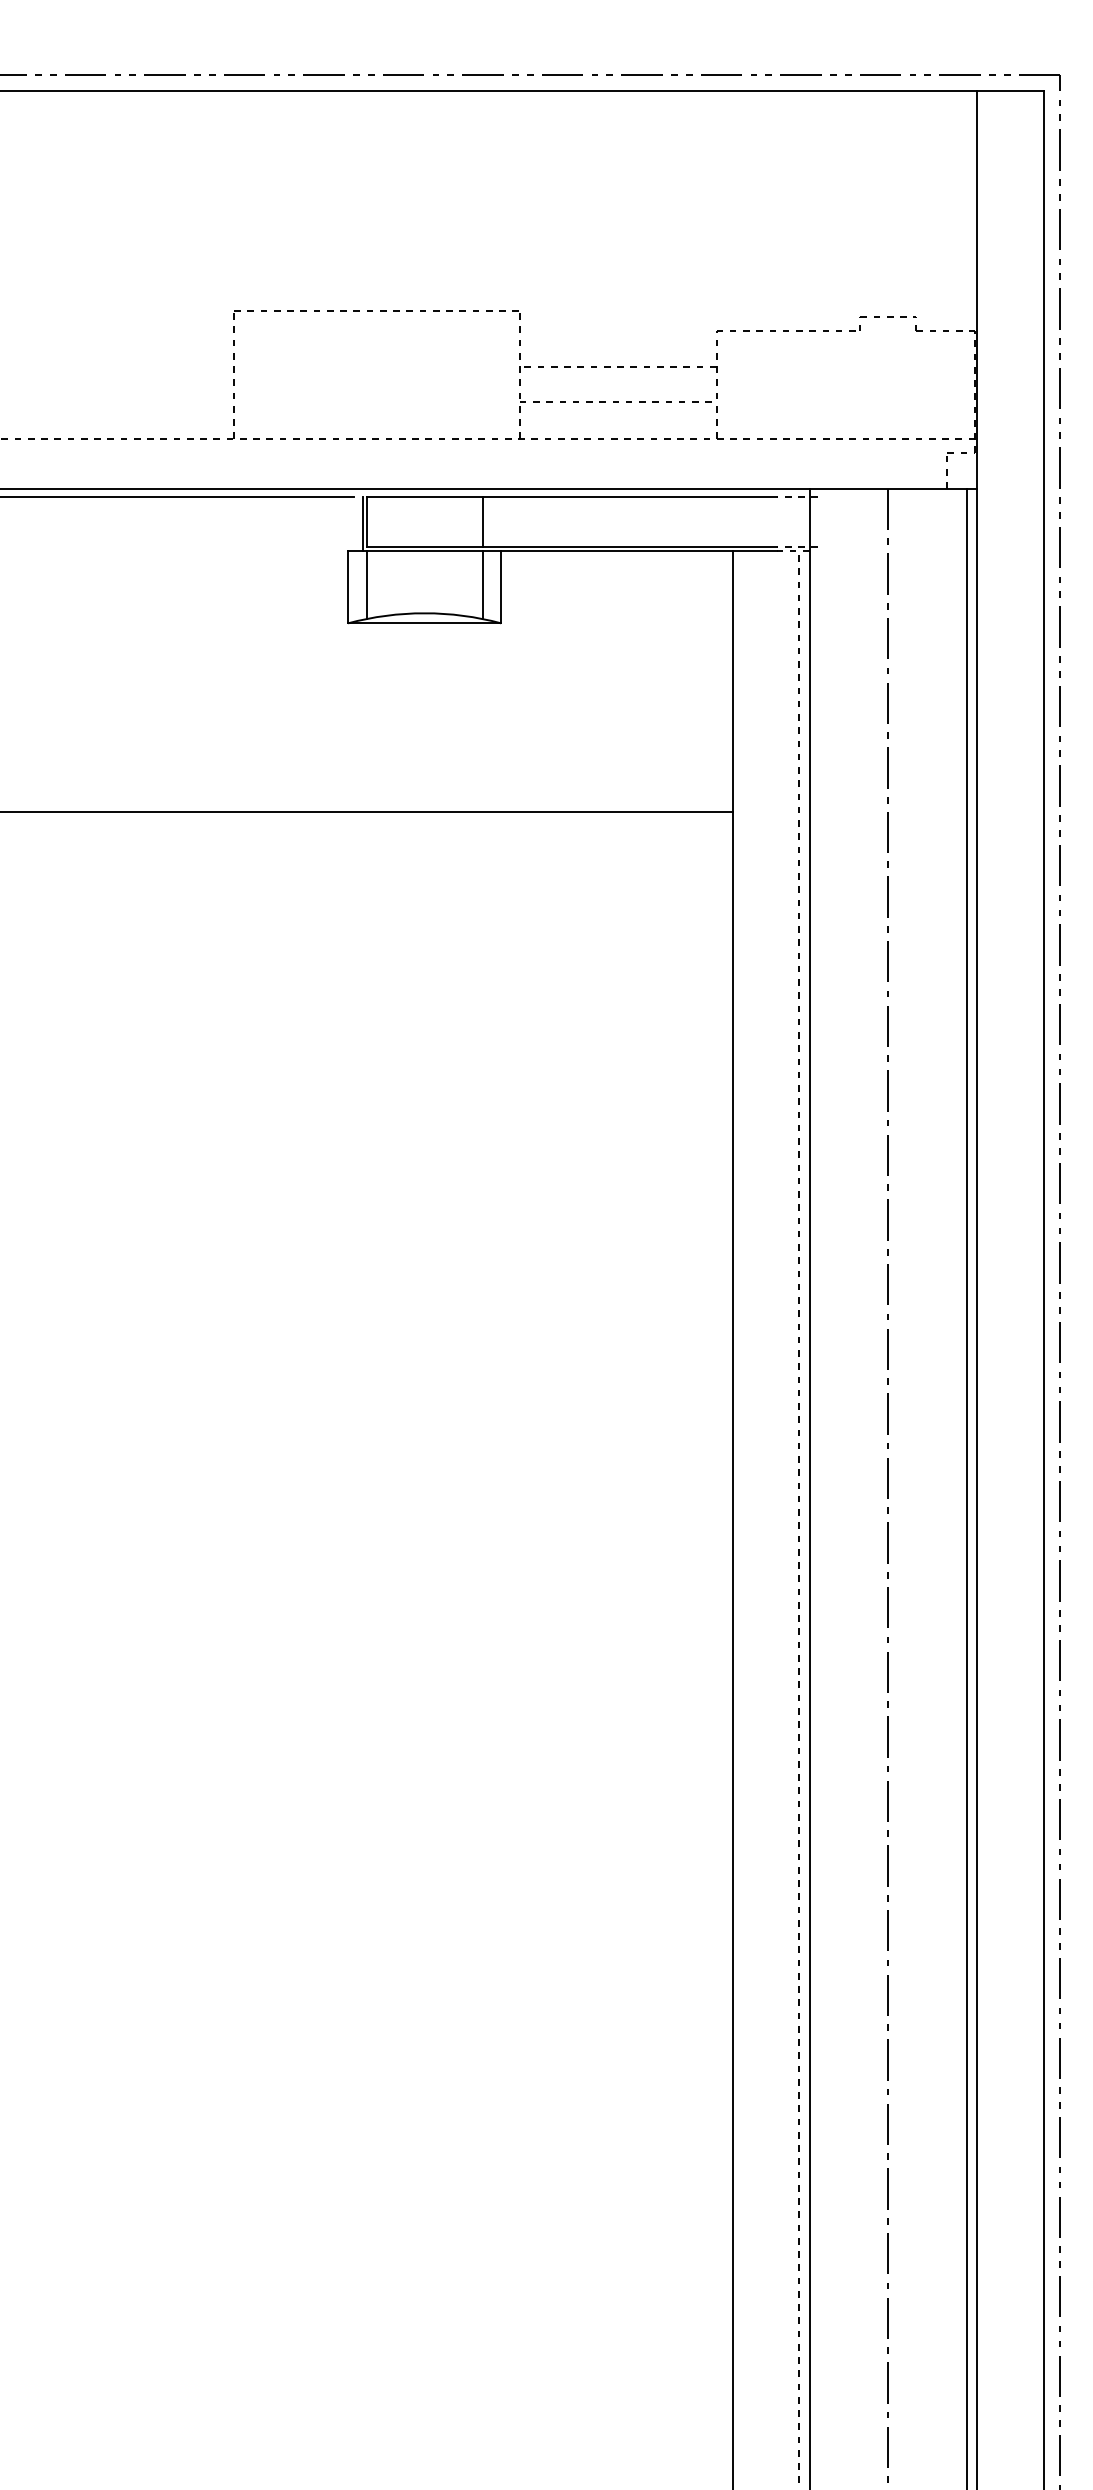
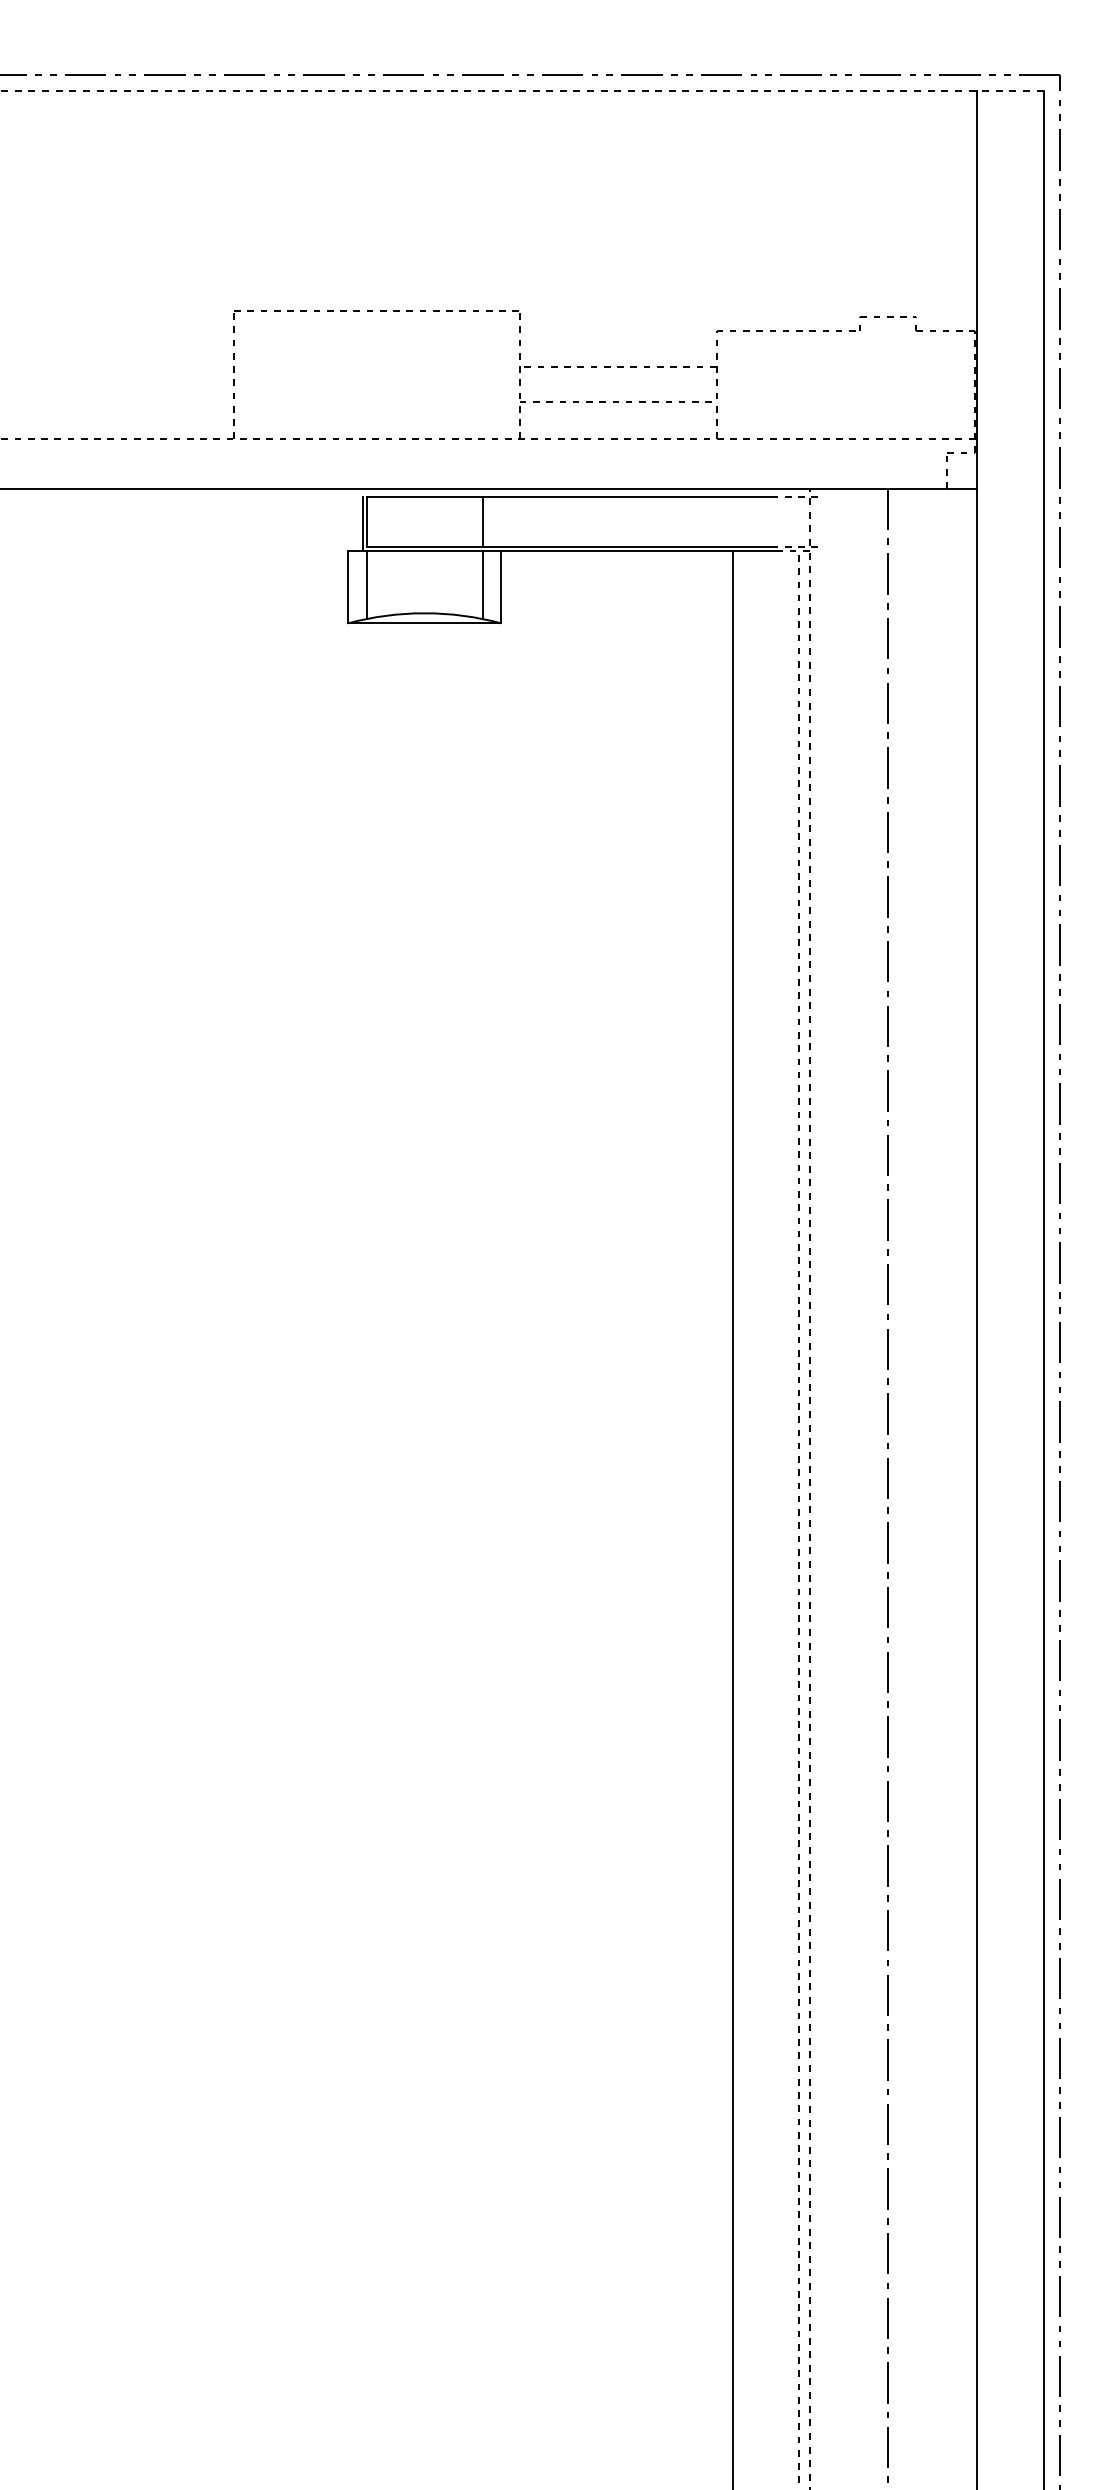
line at (521, 91): solid -> dashed
line at (178, 497): present -> none
line at (367, 811): present -> none
line at (967, 1487): present -> none
line at (809, 1488): solid -> dashed
